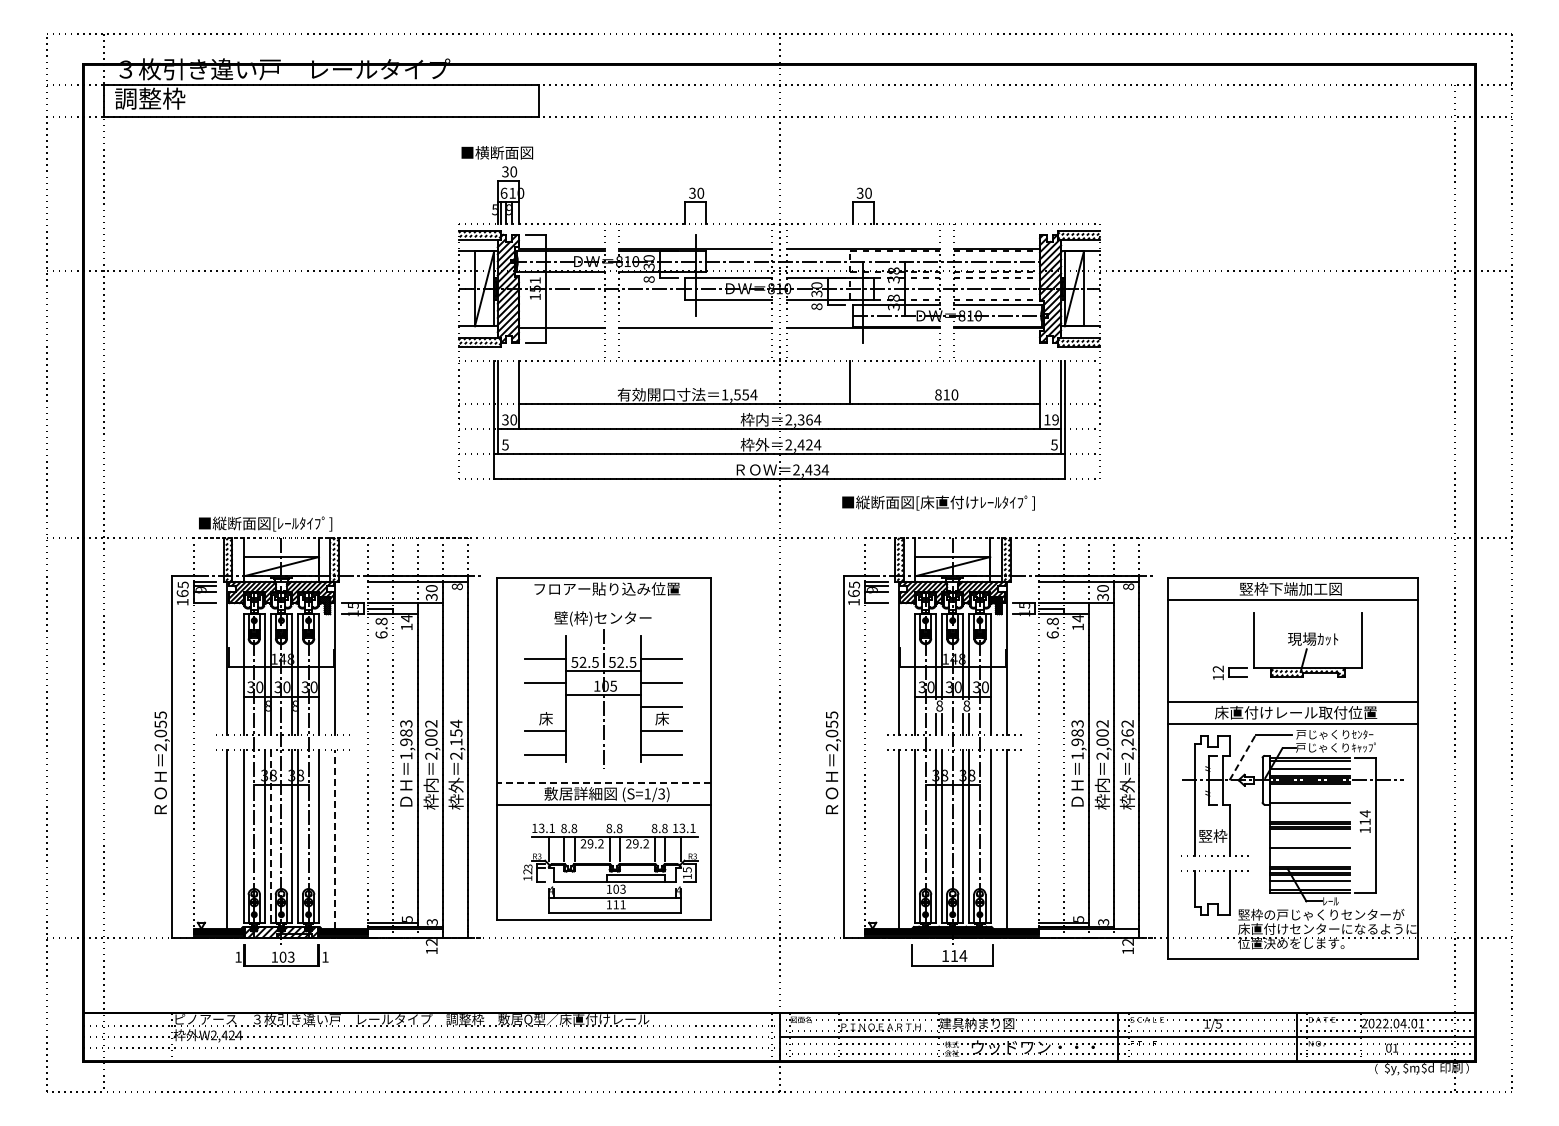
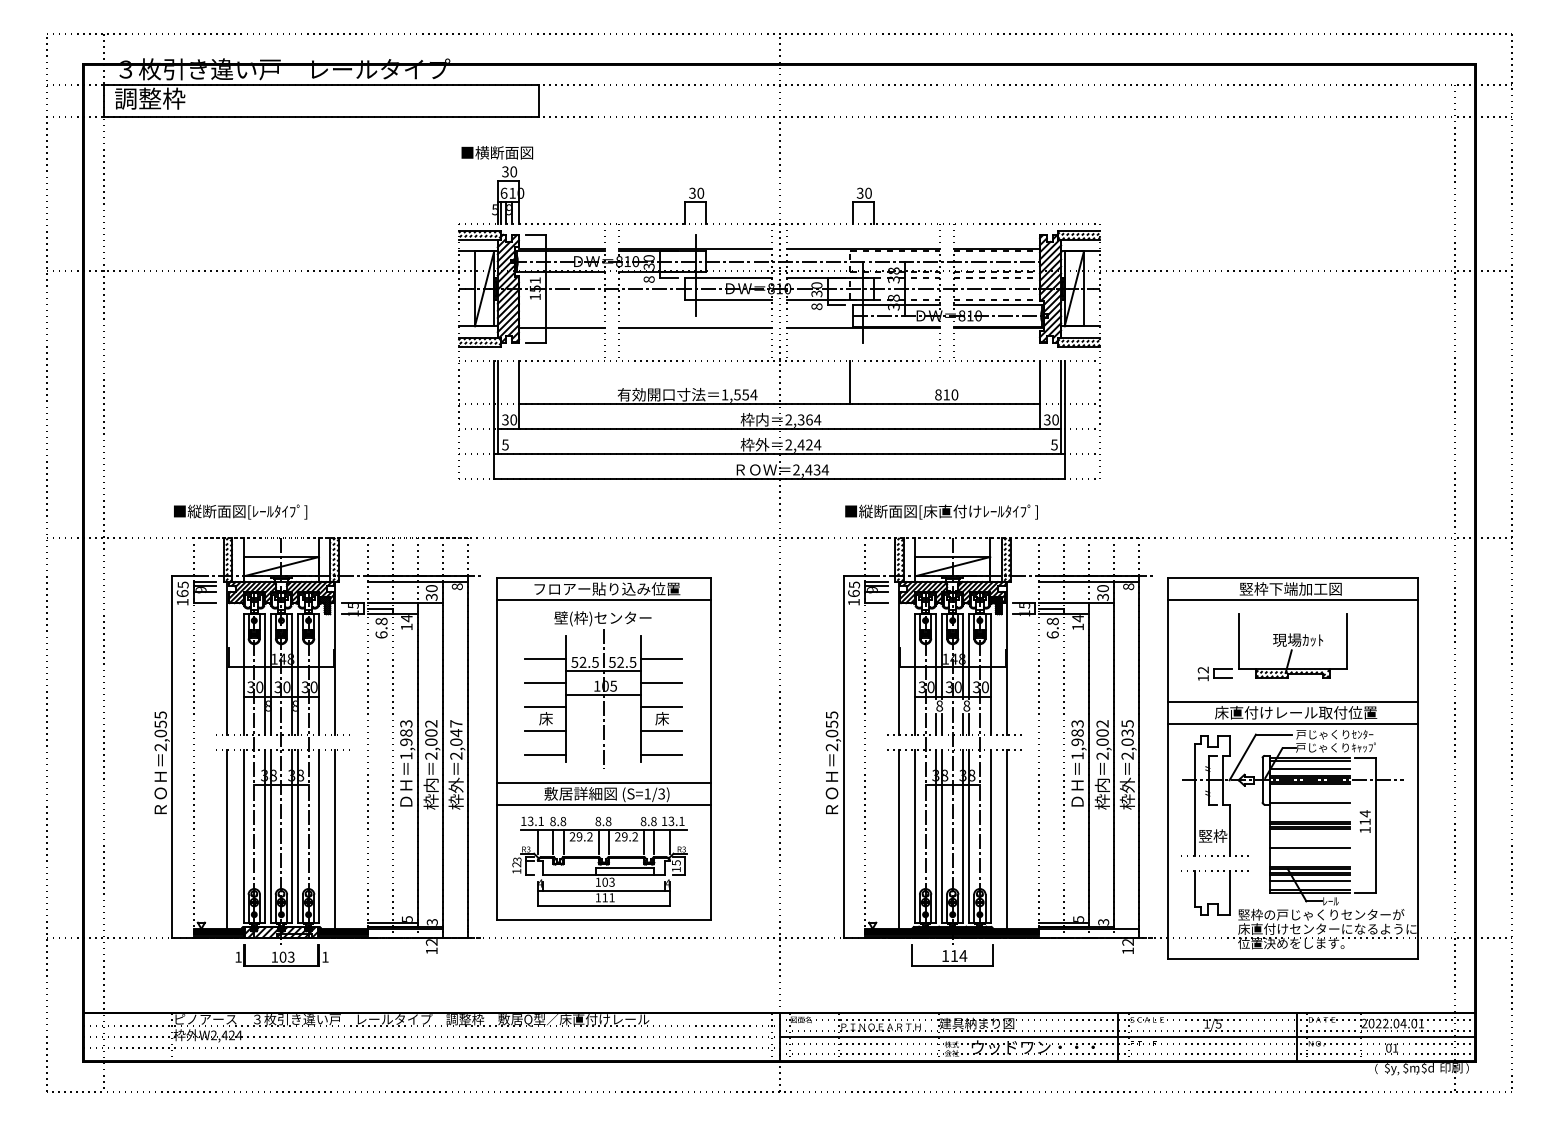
text at (1051, 419): 19 -> 30
text at (938, 502) position: (938, 502) -> (941, 511)
text at (265, 523) position: (265, 523) -> (240, 511)
line at (603, 599): none -> present
part at (1287, 646) position: (1287, 646) -> (1272, 647)
line at (545, 707): none -> present
text at (456, 732): 2,154 -> 2,047
text at (1127, 732): 2,262 -> 2,035
line at (1243, 757): dashed -> solid
line at (603, 783): dashed -> solid
line at (270, 836): dashed -> solid
line at (335, 839): dashed -> solid
part at (610, 868) position: (610, 868) -> (599, 861)
